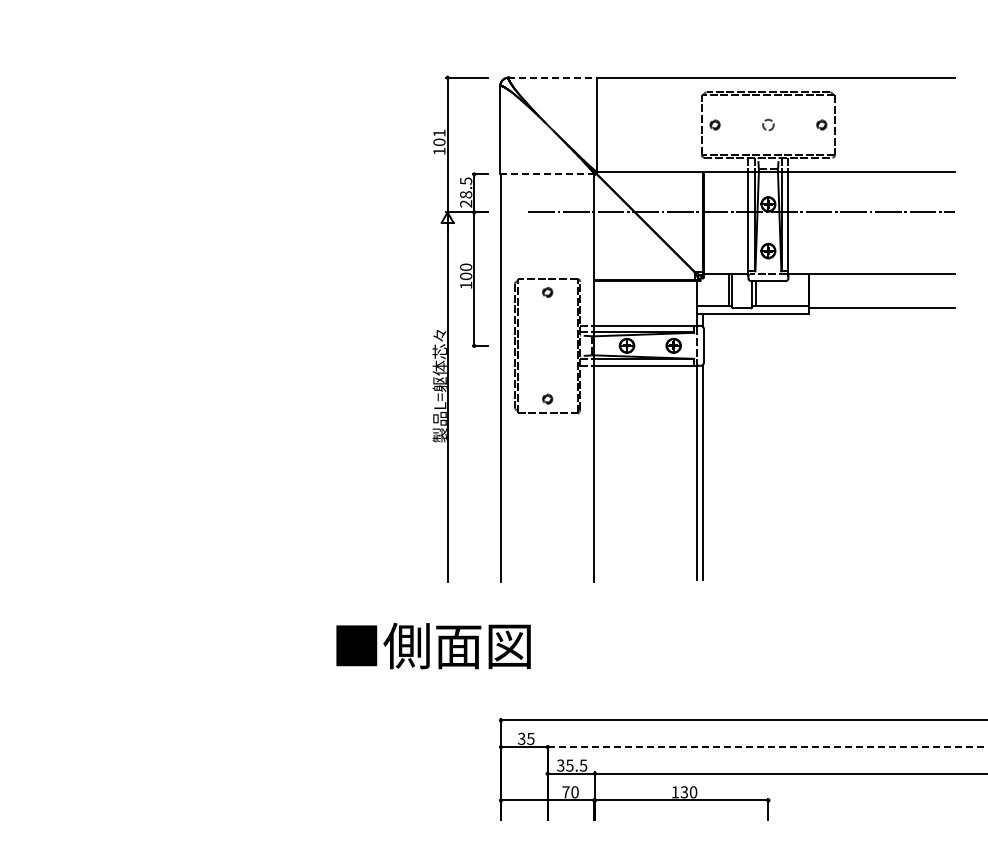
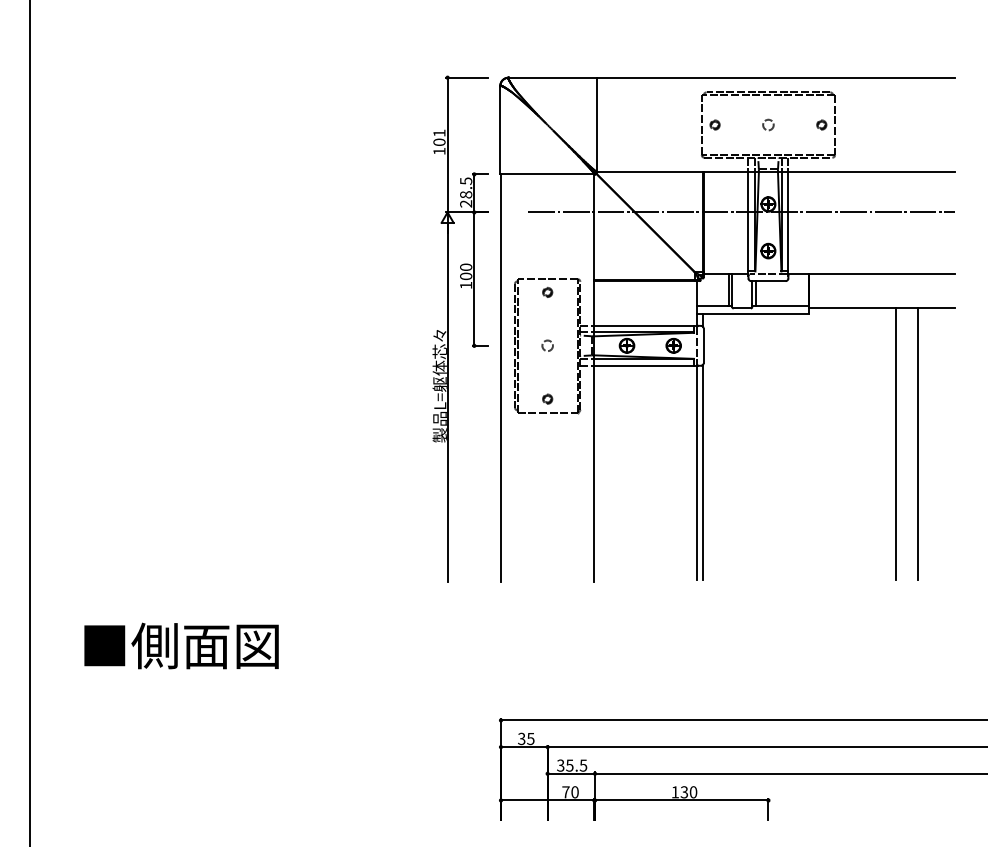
line at (553, 77): dashed -> solid
line at (548, 174): dashed -> solid
circle at (547, 345): none -> present
line at (29, 422): none -> present
line at (896, 443): none -> present
line at (917, 443): none -> present
text at (433, 645) position: (433, 645) -> (181, 645)
line at (767, 747): dashed -> solid
